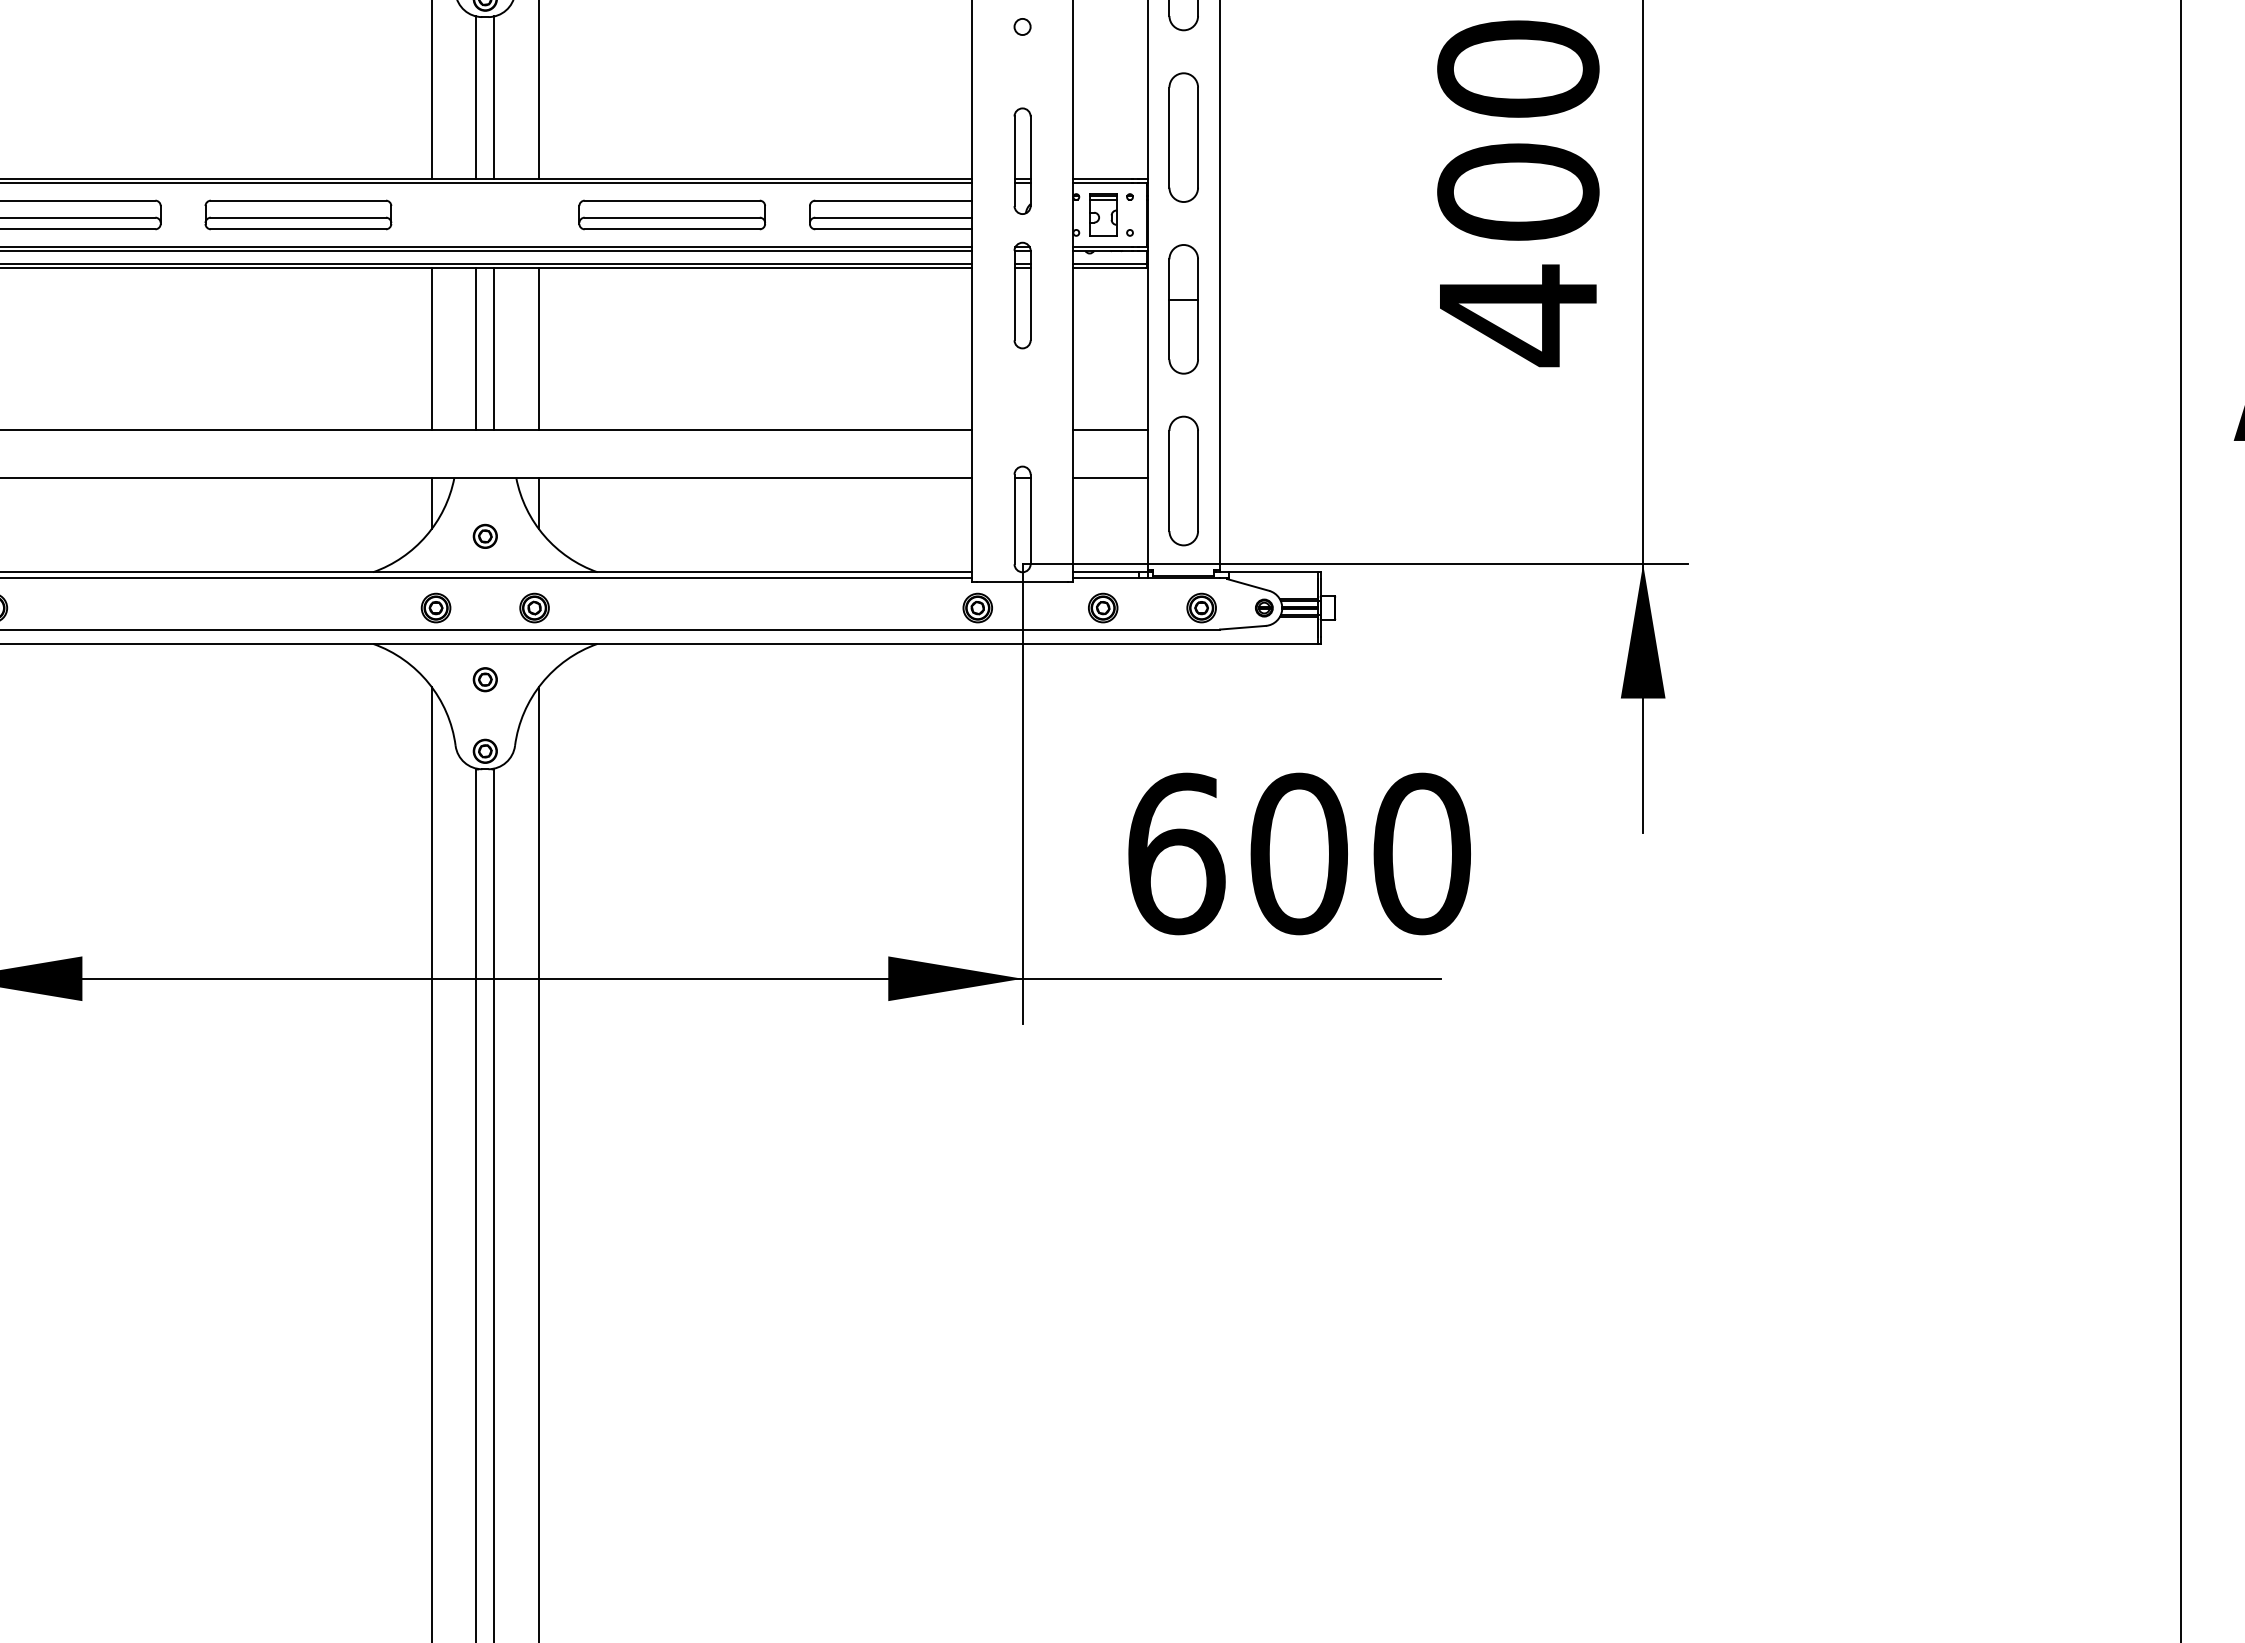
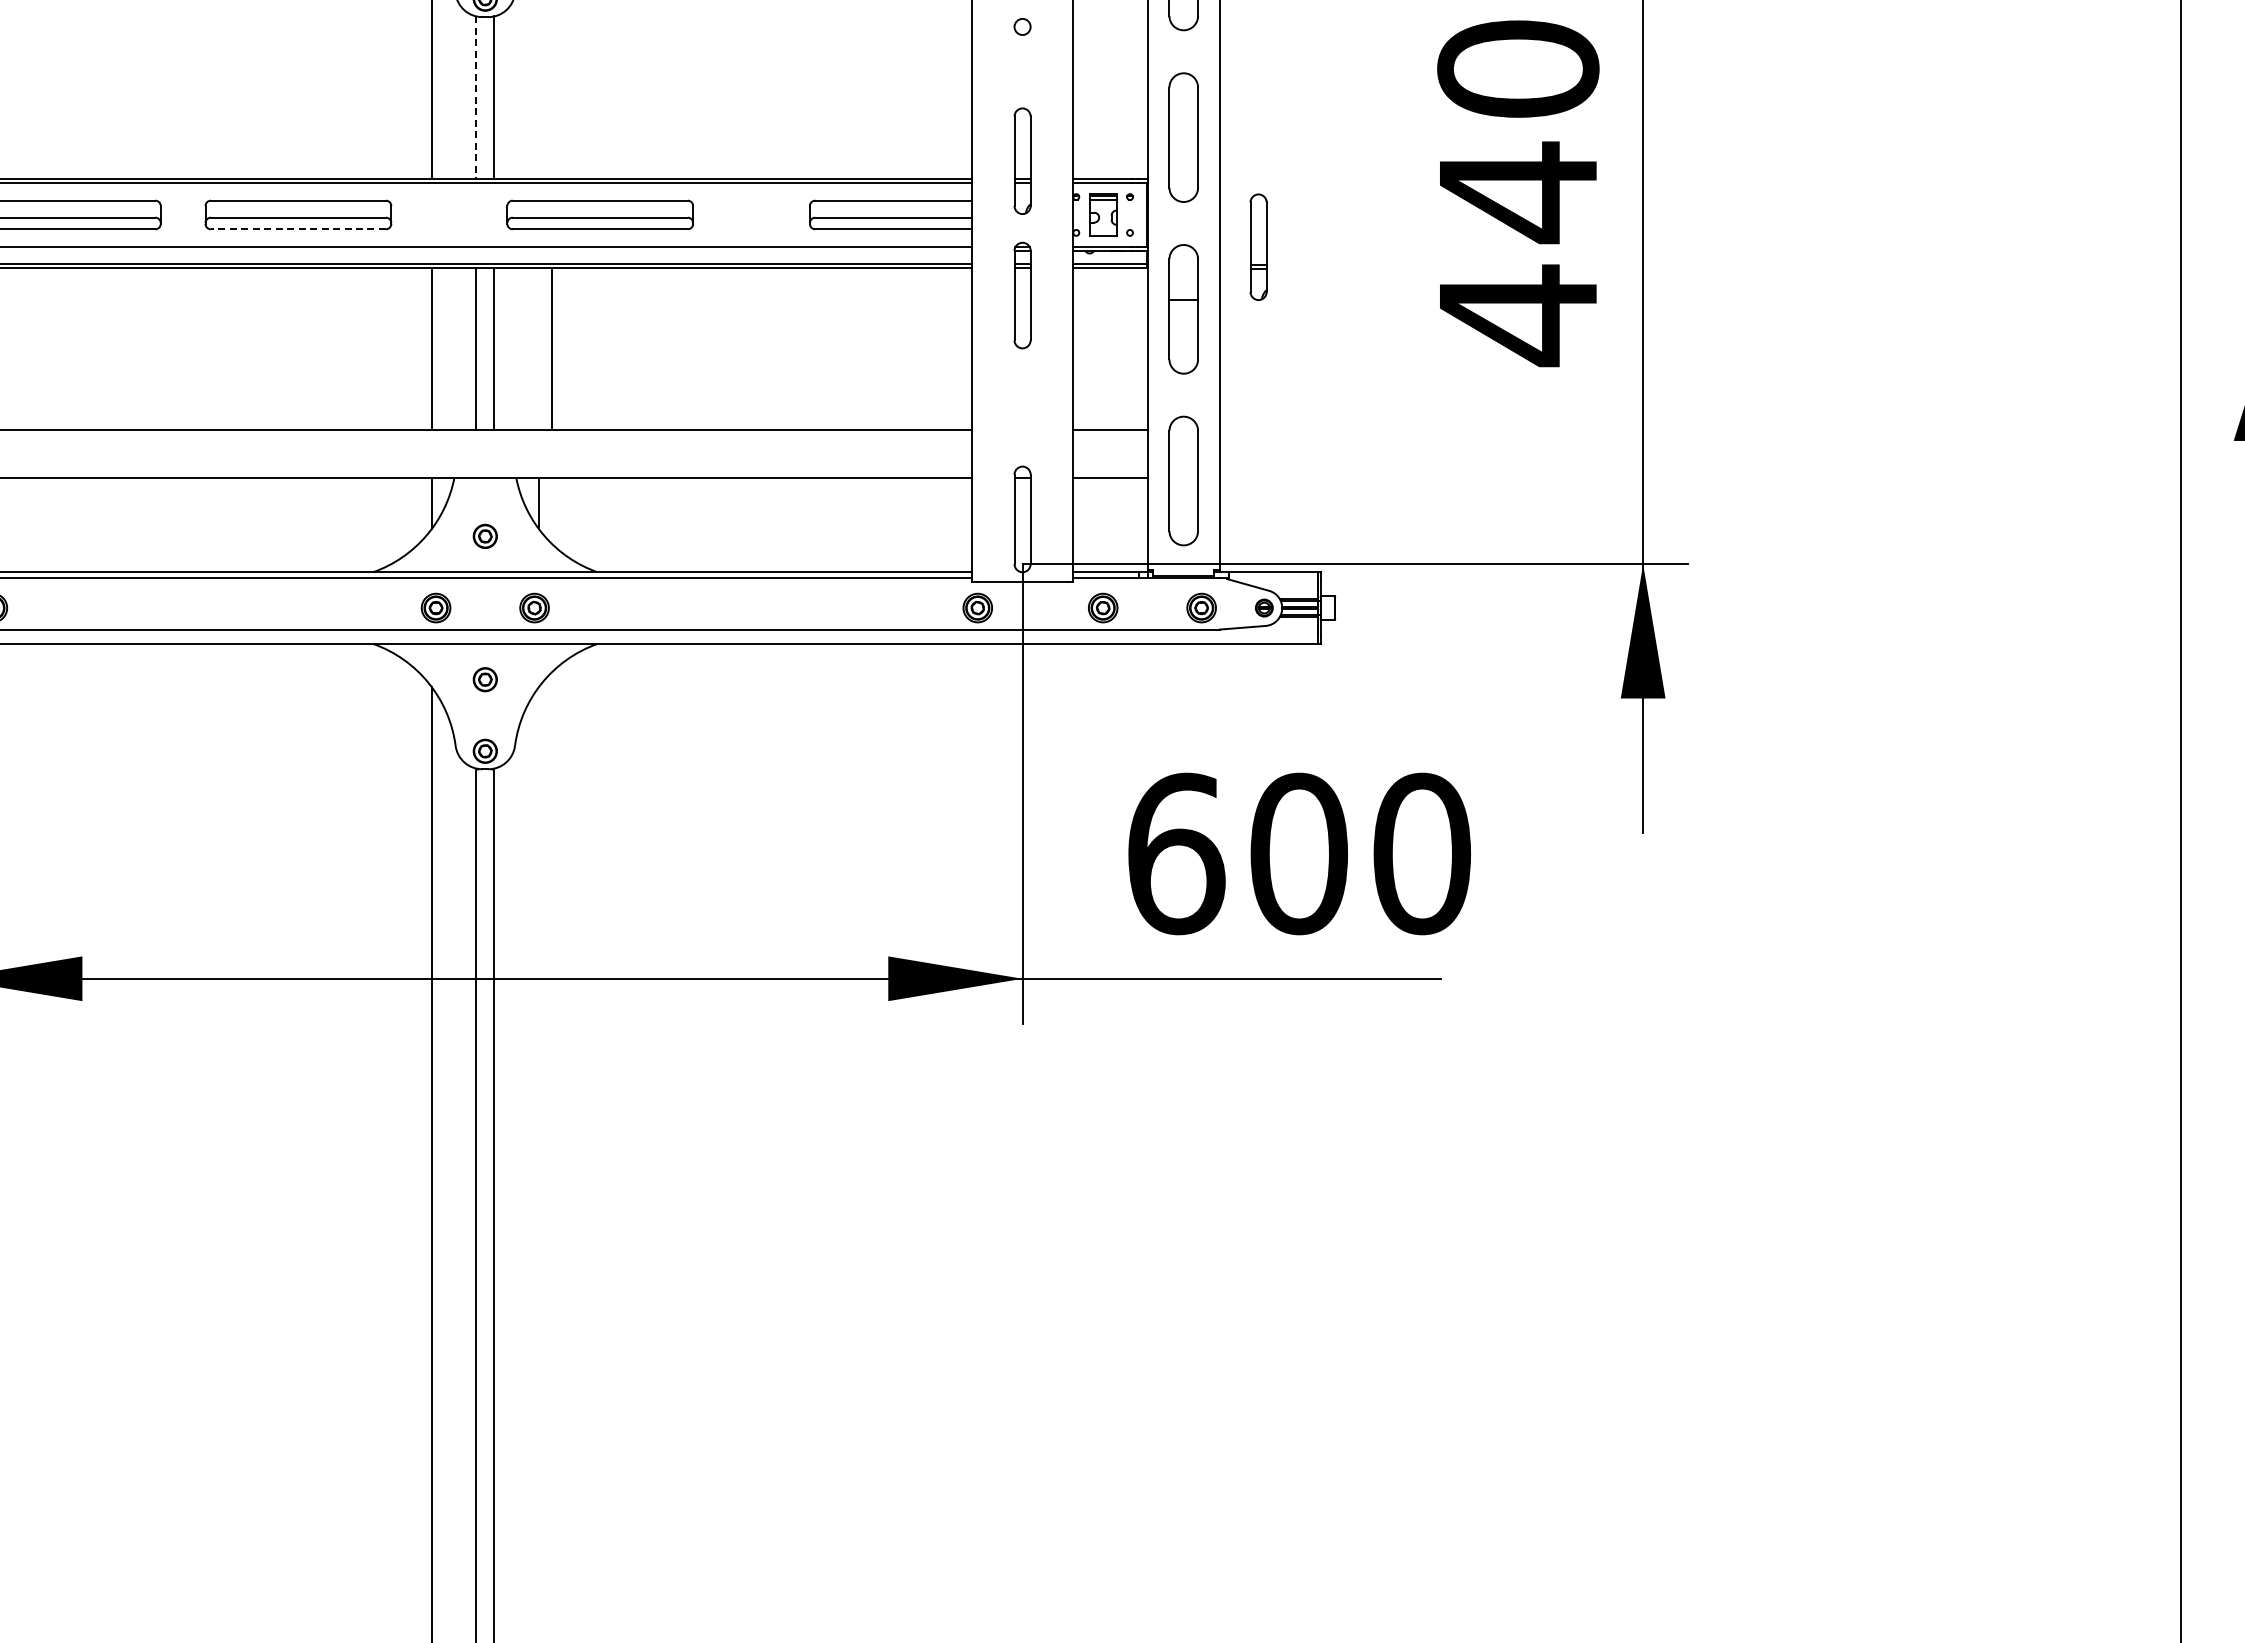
line at (539, 90): present -> none
line at (476, 98): solid -> dashed
text at (1518, 192): 400 -> 440
part at (671, 214) position: (671, 214) -> (599, 214)
line at (298, 229): solid -> dashed
part at (1258, 246): none -> present
line at (487, 250): present -> none
line at (539, 348) position: (539, 348) -> (552, 348)
line at (539, 1162): present -> none
